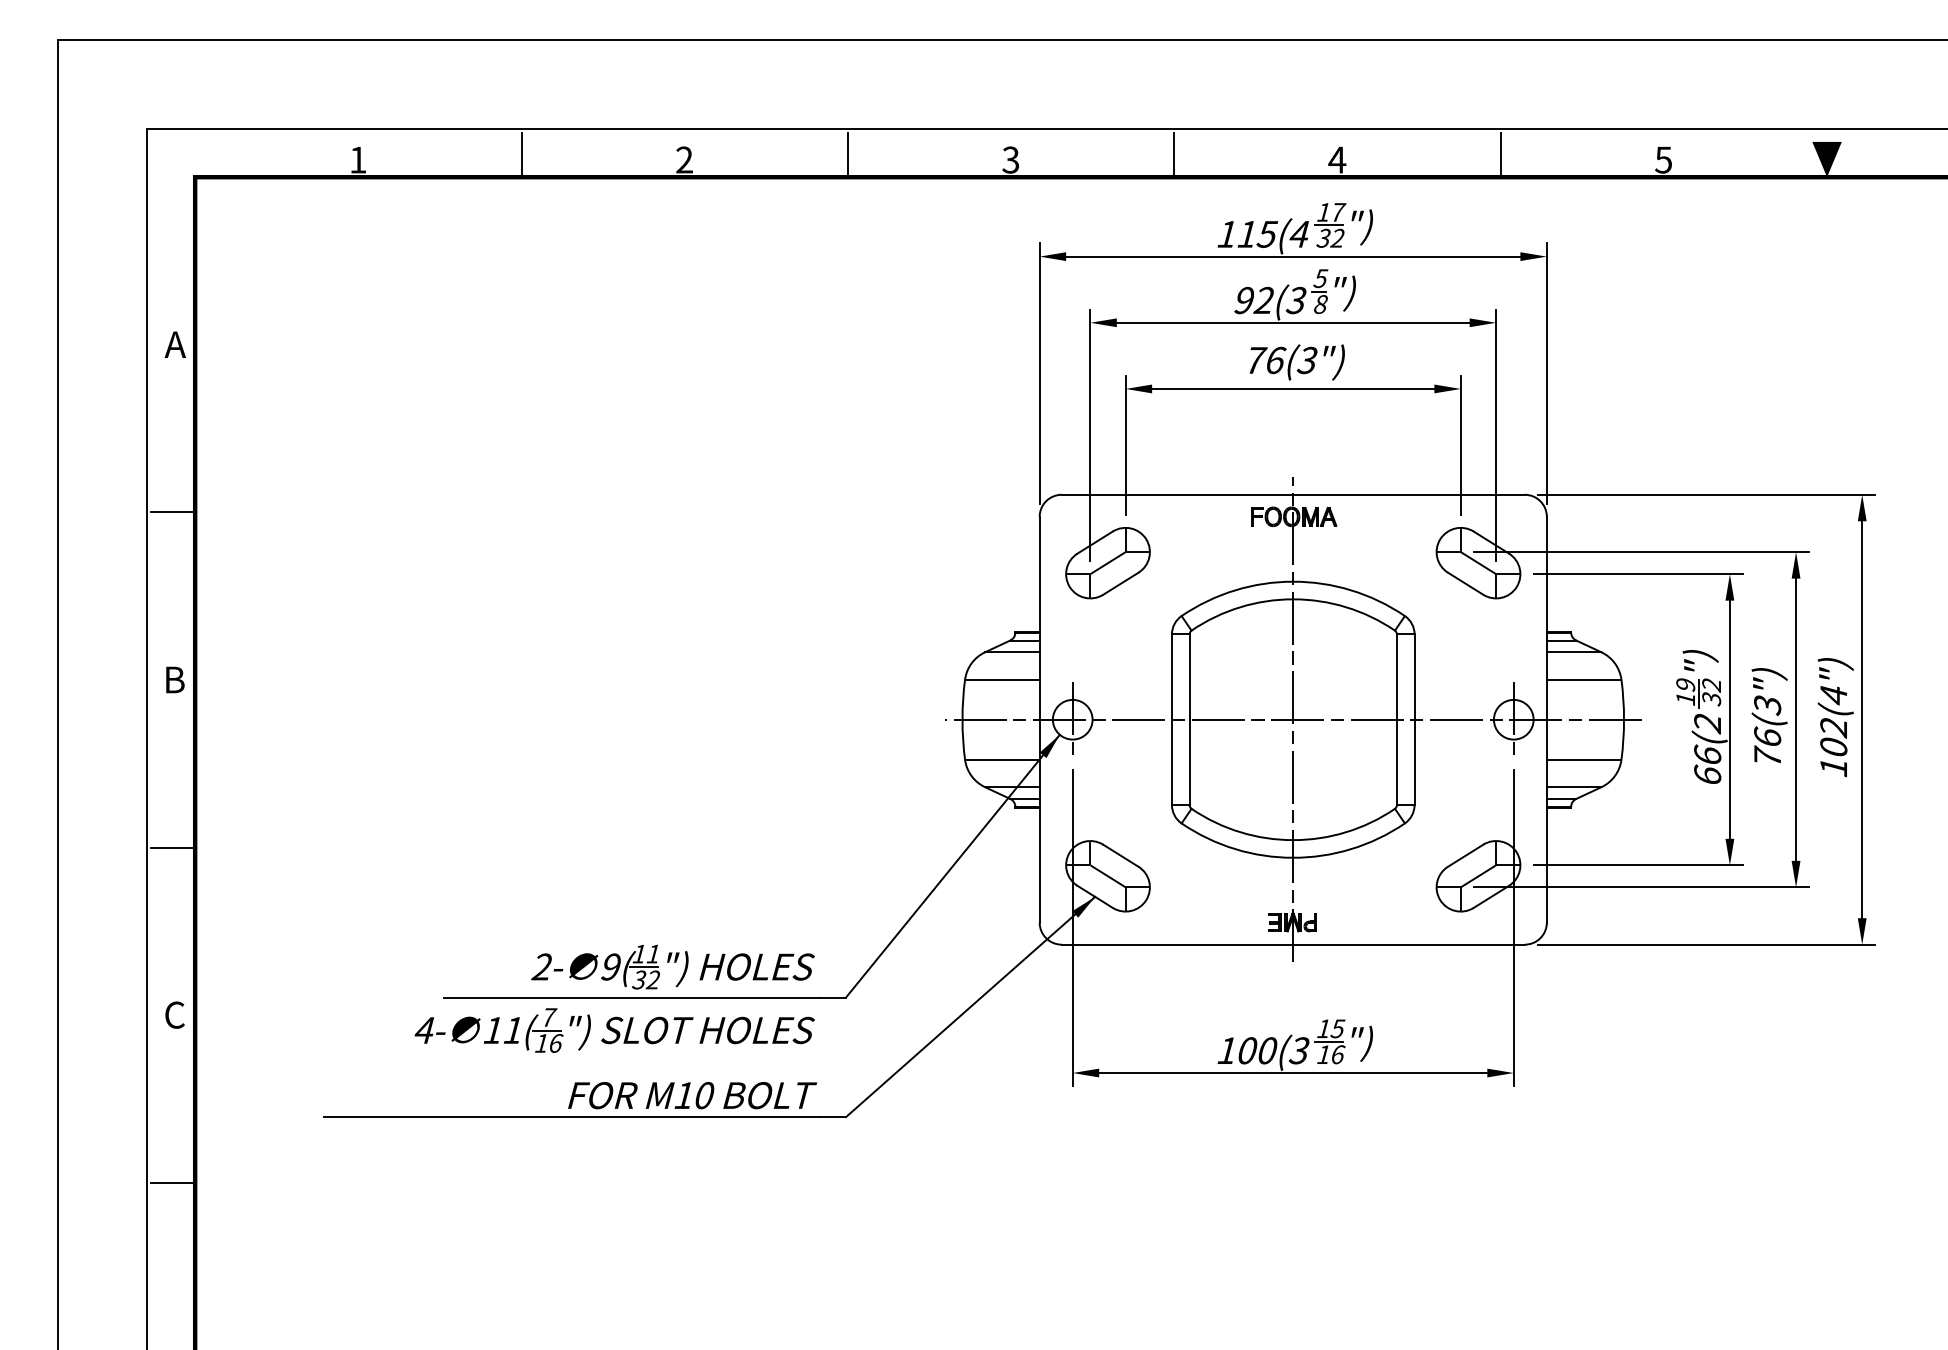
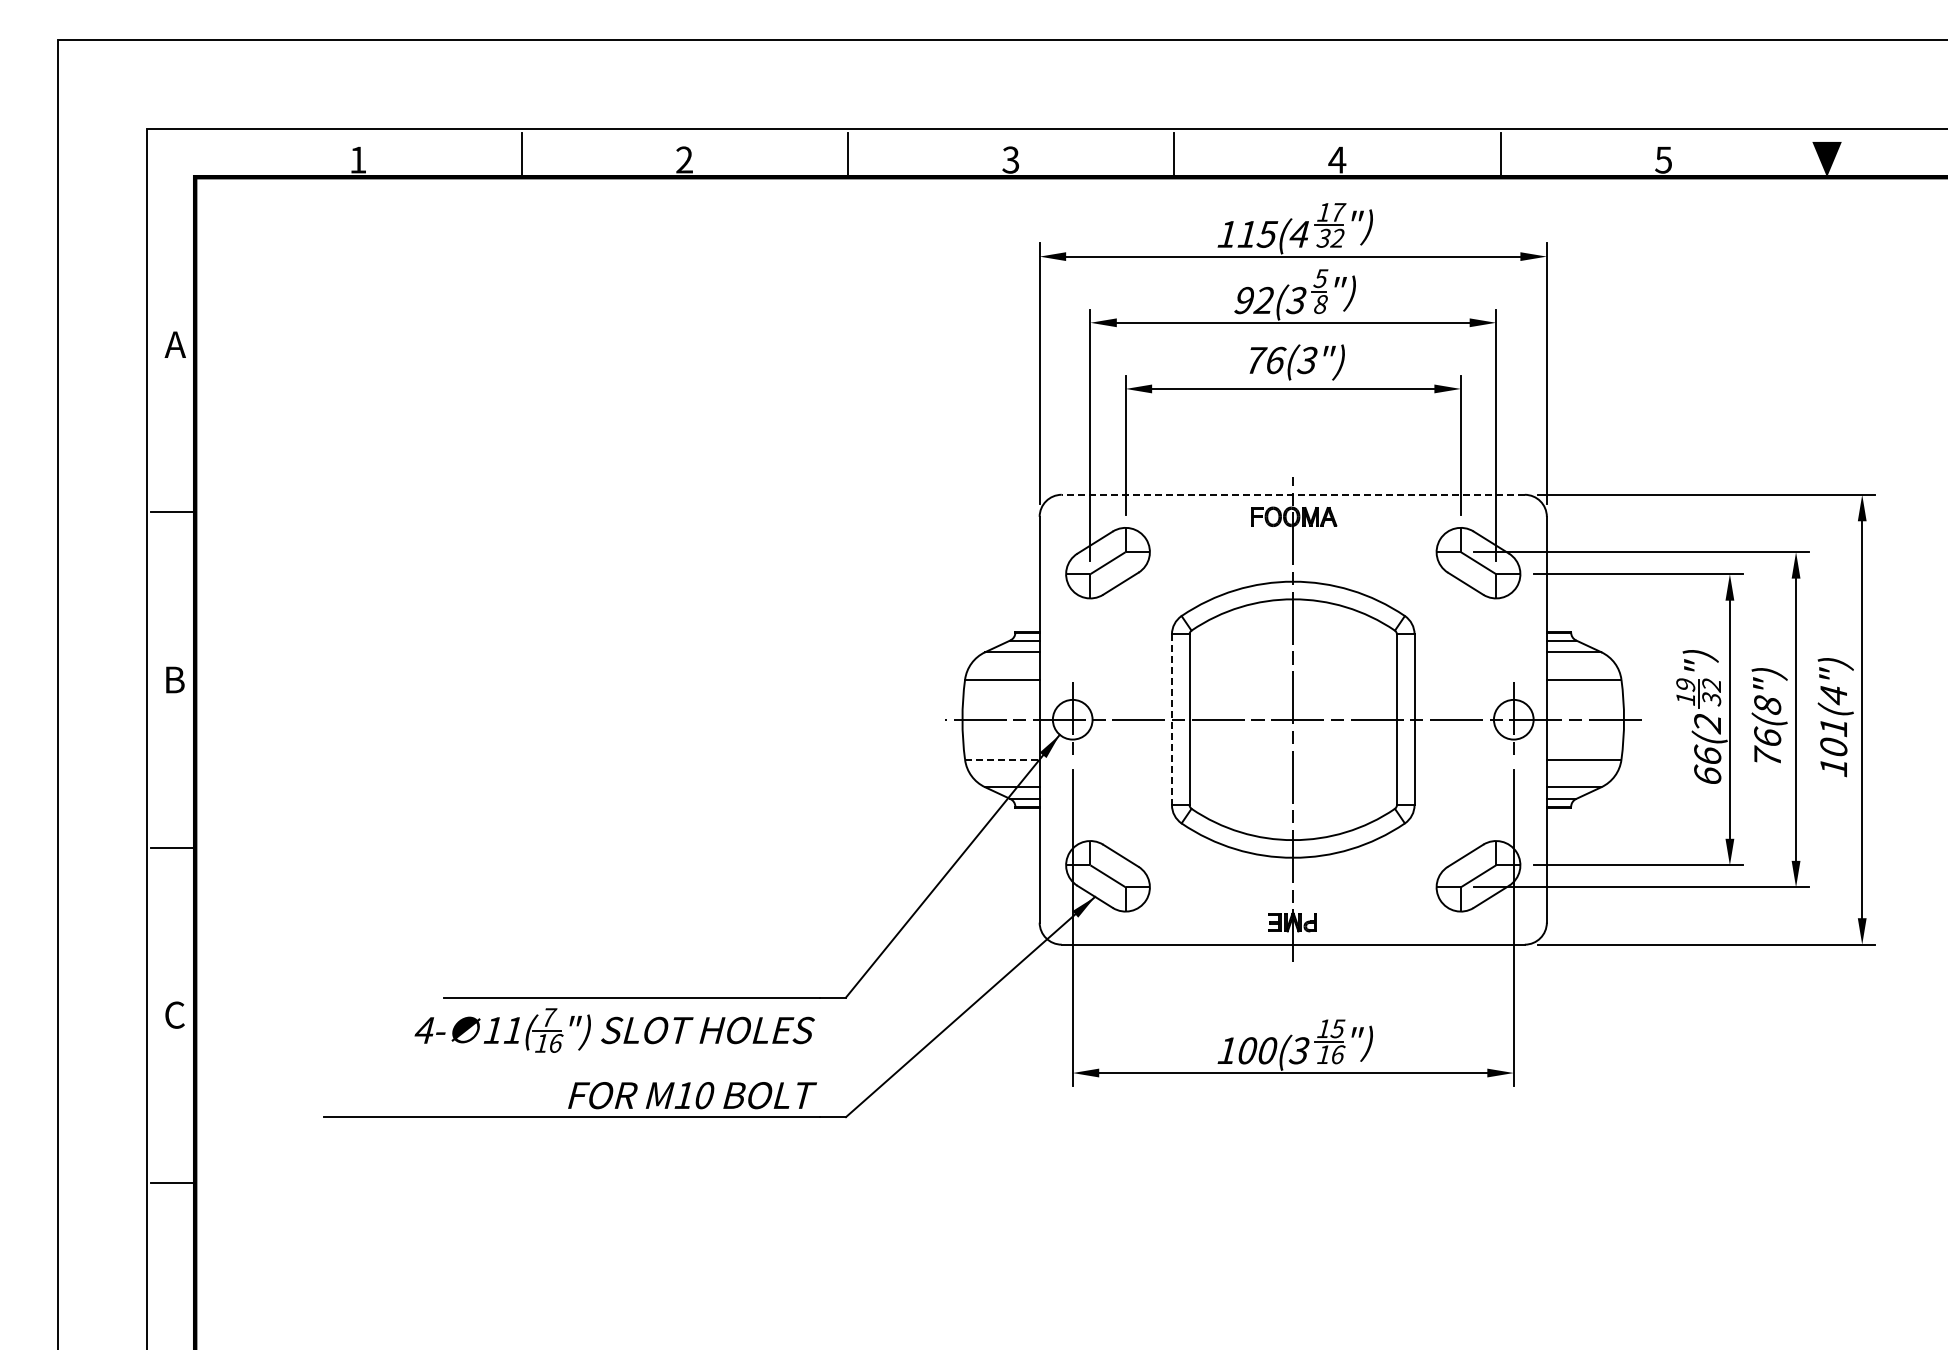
line at (1293, 494): solid -> dashed
text at (1767, 705): (3") -> (8")
line at (1171, 720): solid -> dashed
text at (1833, 728): 102 -> 101
line at (1002, 759): solid -> dashed
part at (672, 966): present -> none
